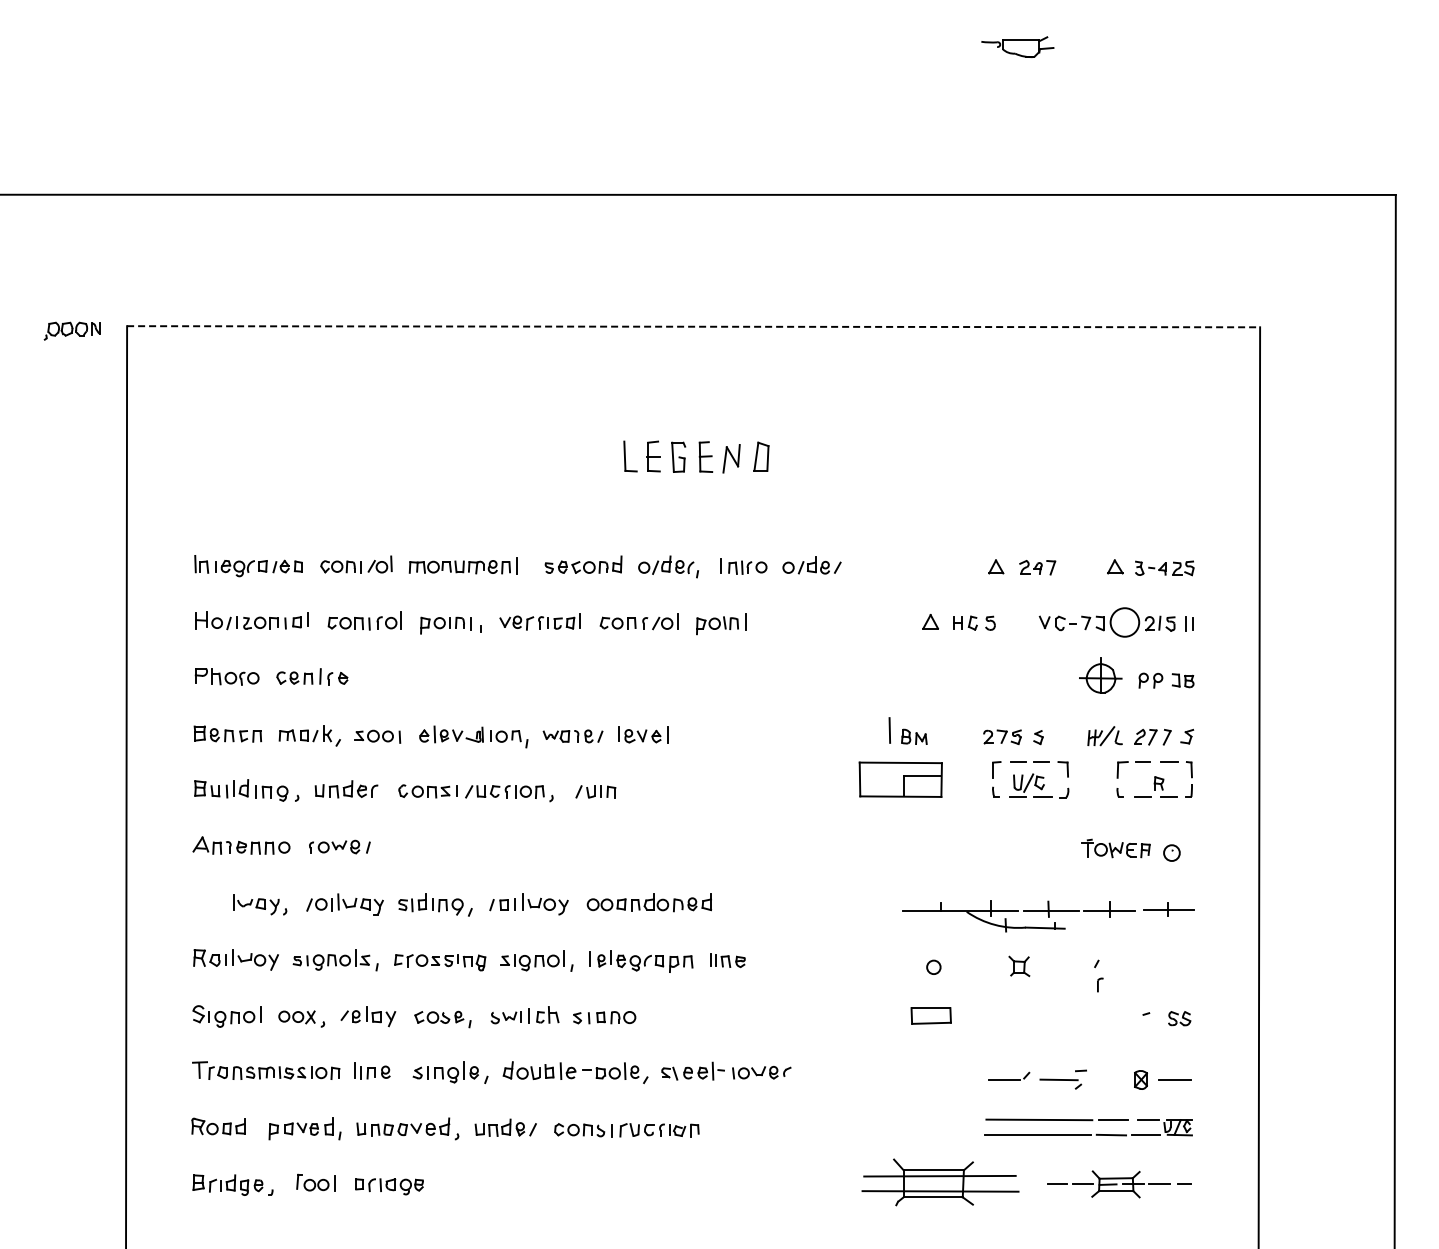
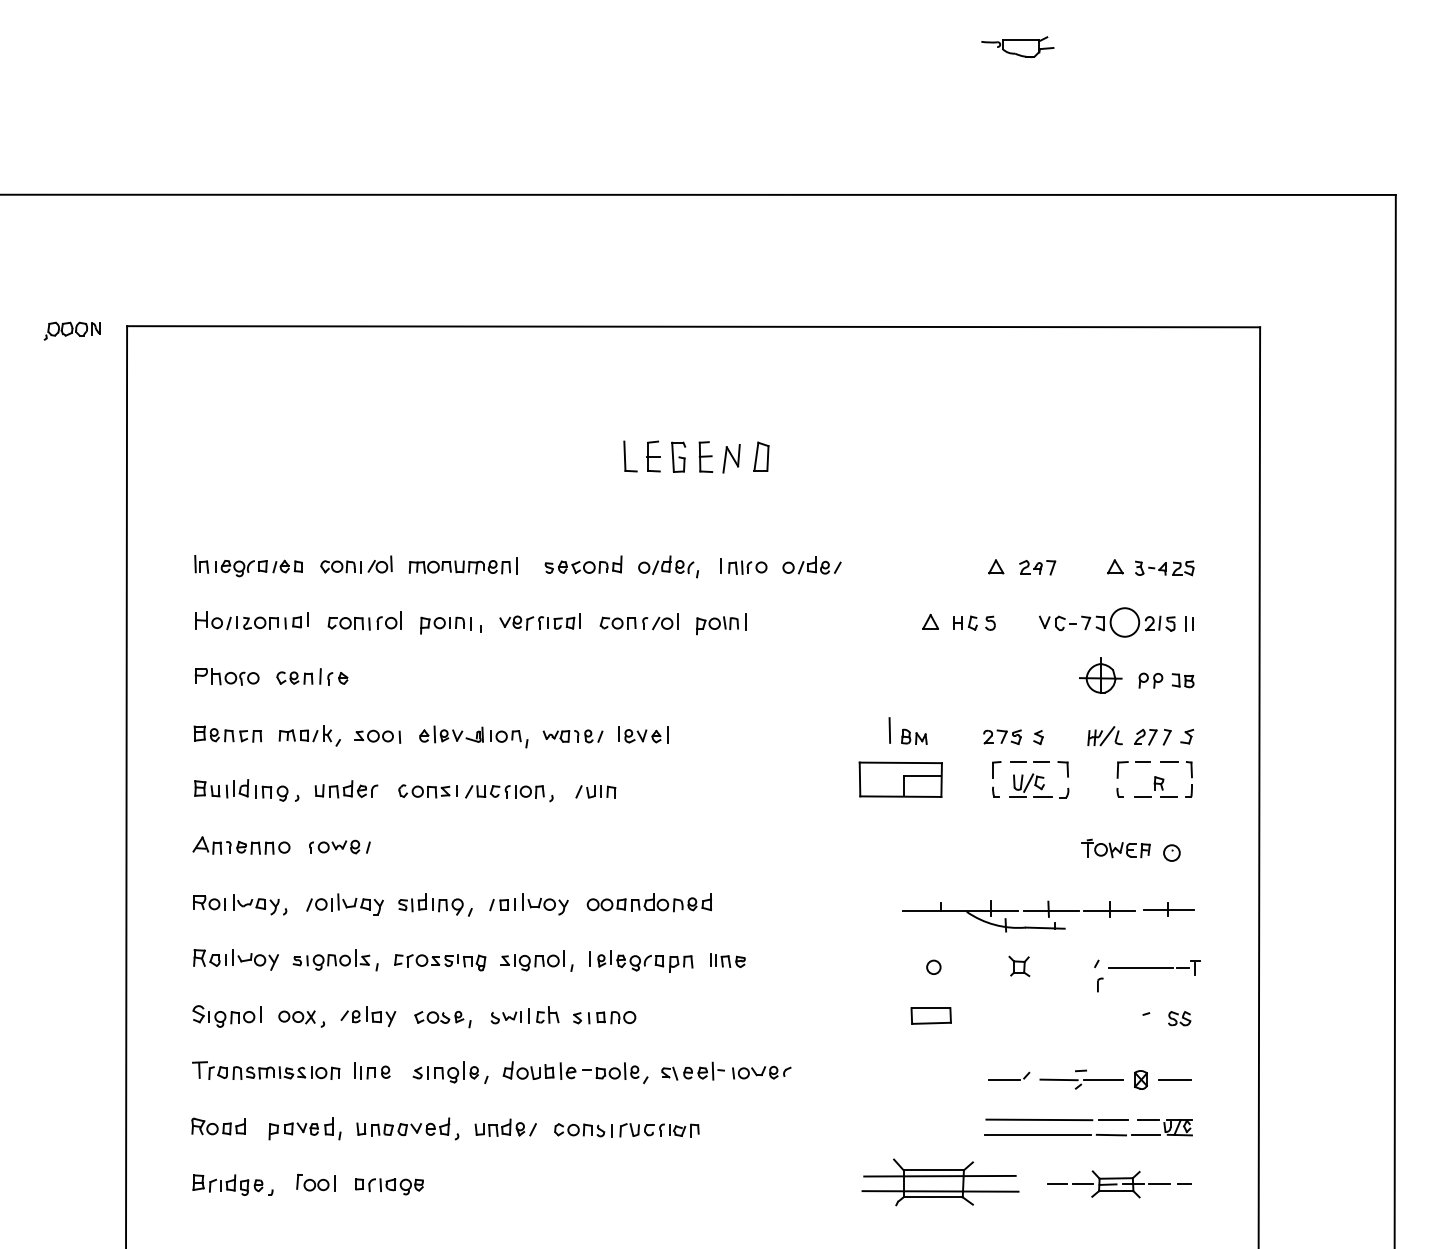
line at (693, 326): dashed -> solid
part at (209, 902): none -> present
part at (1154, 967): none -> present
line at (1103, 1079): none -> present
